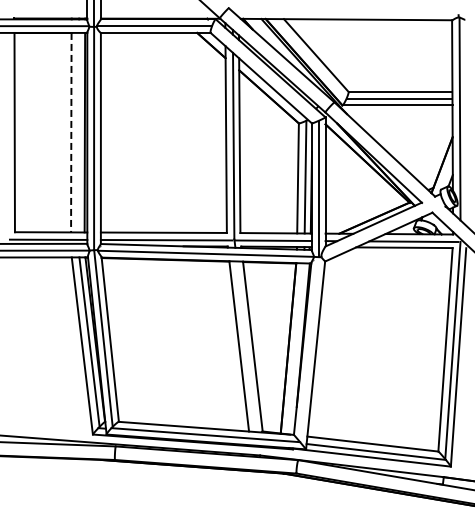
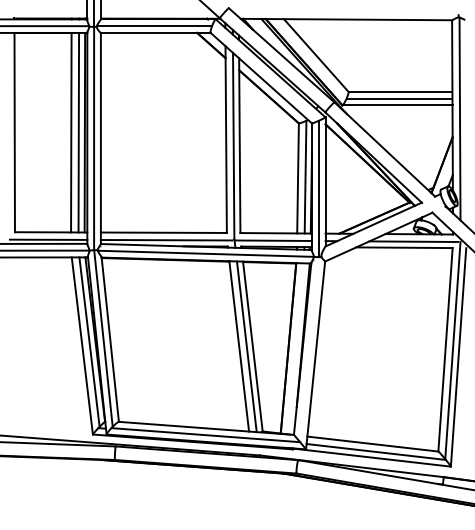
line at (71, 132): dashed -> solid
line at (78, 132): none -> present
line at (246, 346): none -> present
